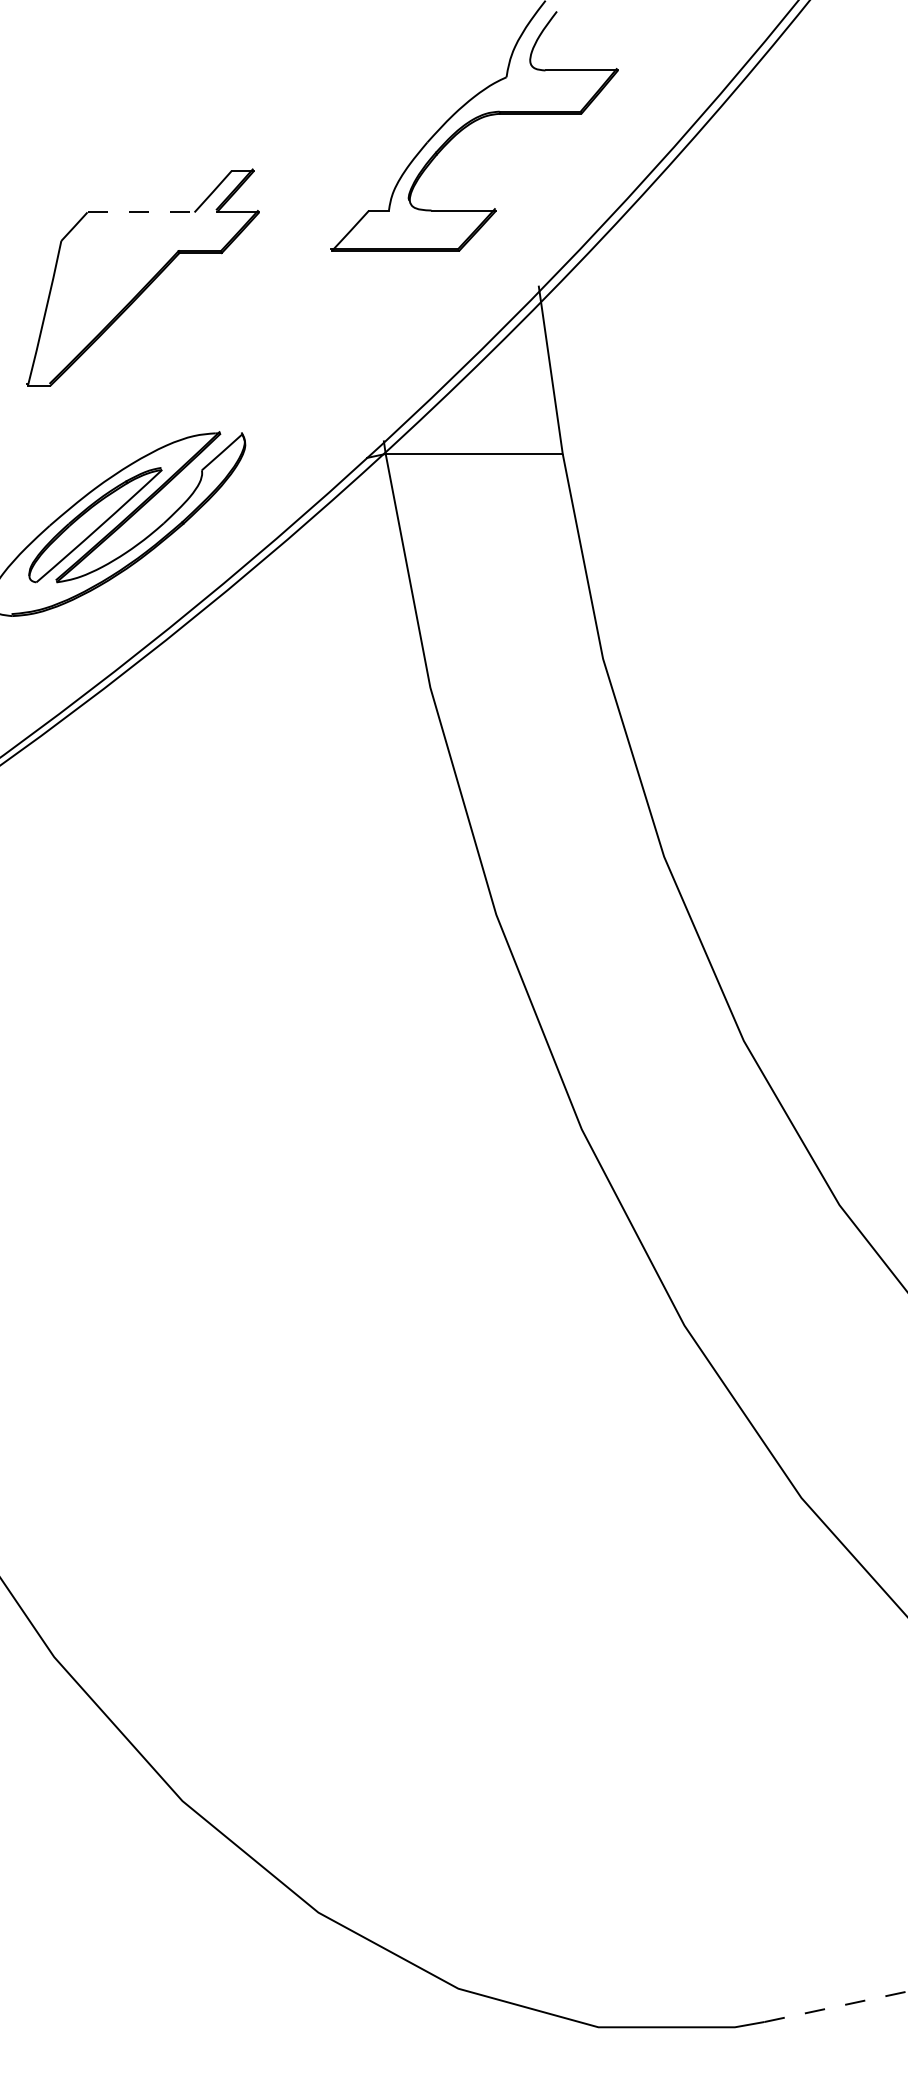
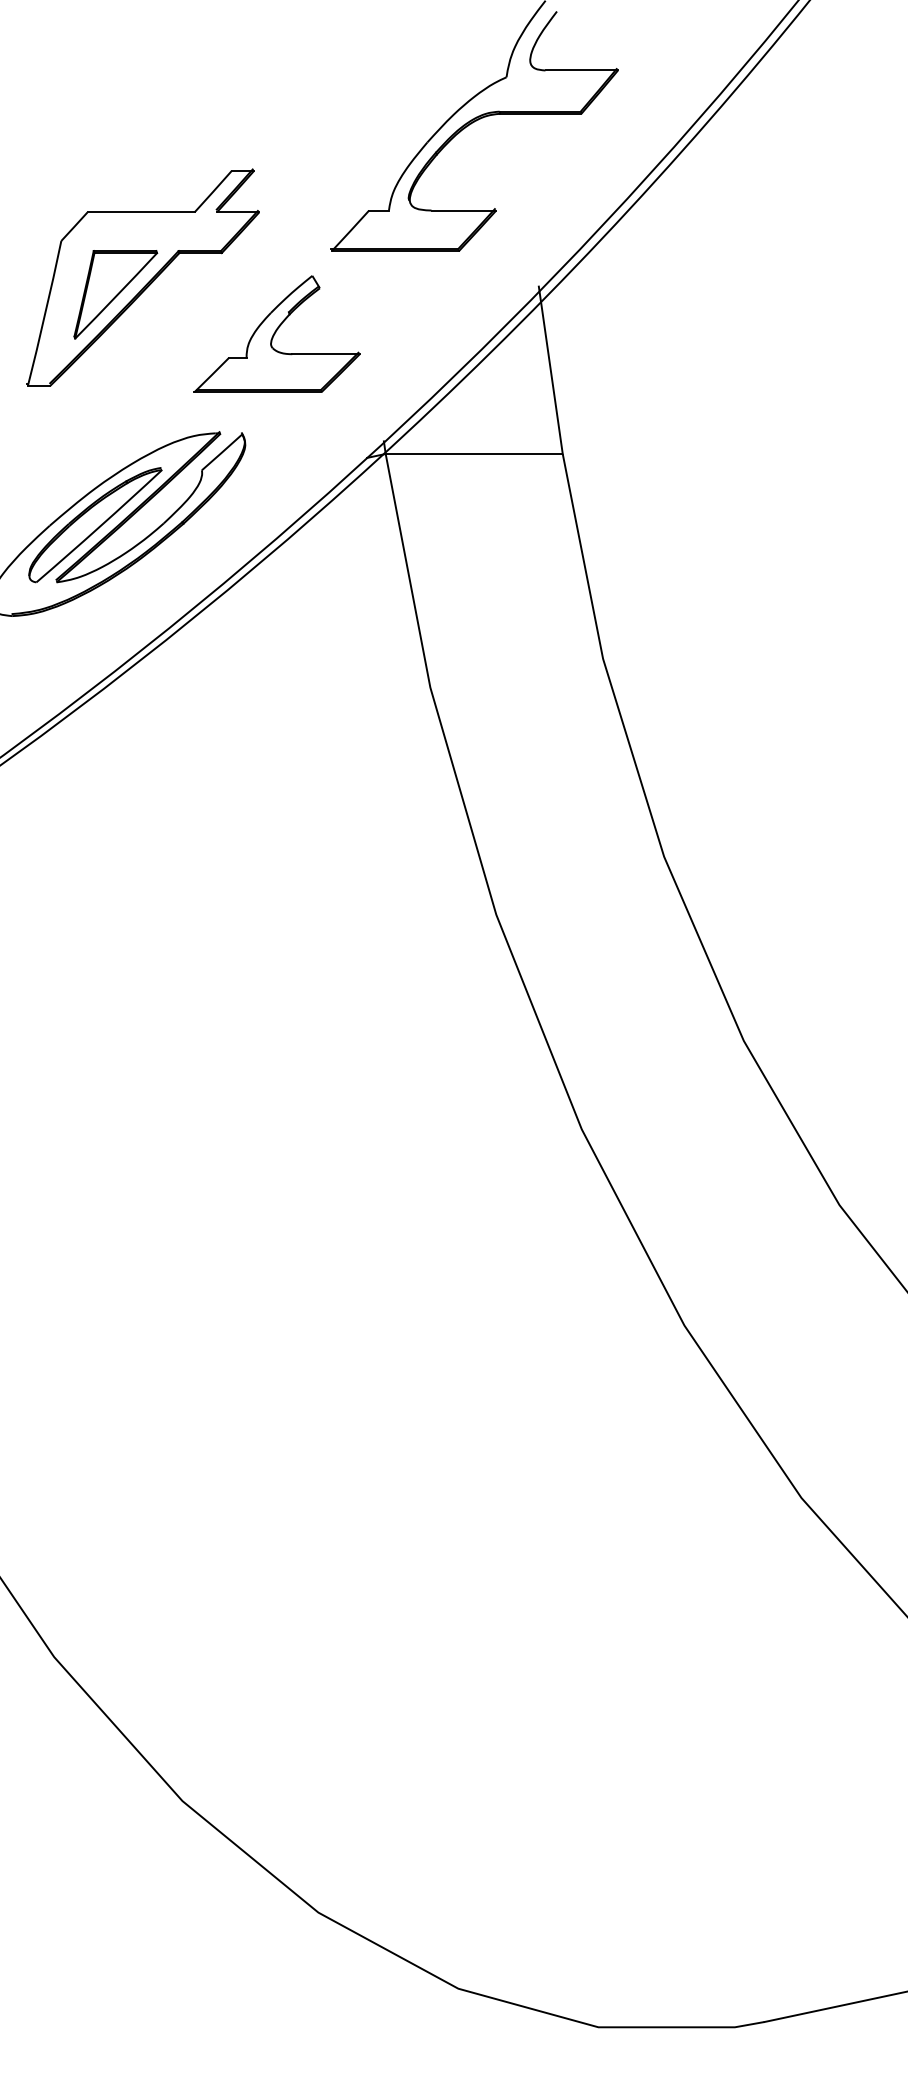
line at (141, 212): dashed -> solid
part at (115, 294): none -> present
part at (276, 333): none -> present
line at (835, 2006): dashed -> solid
